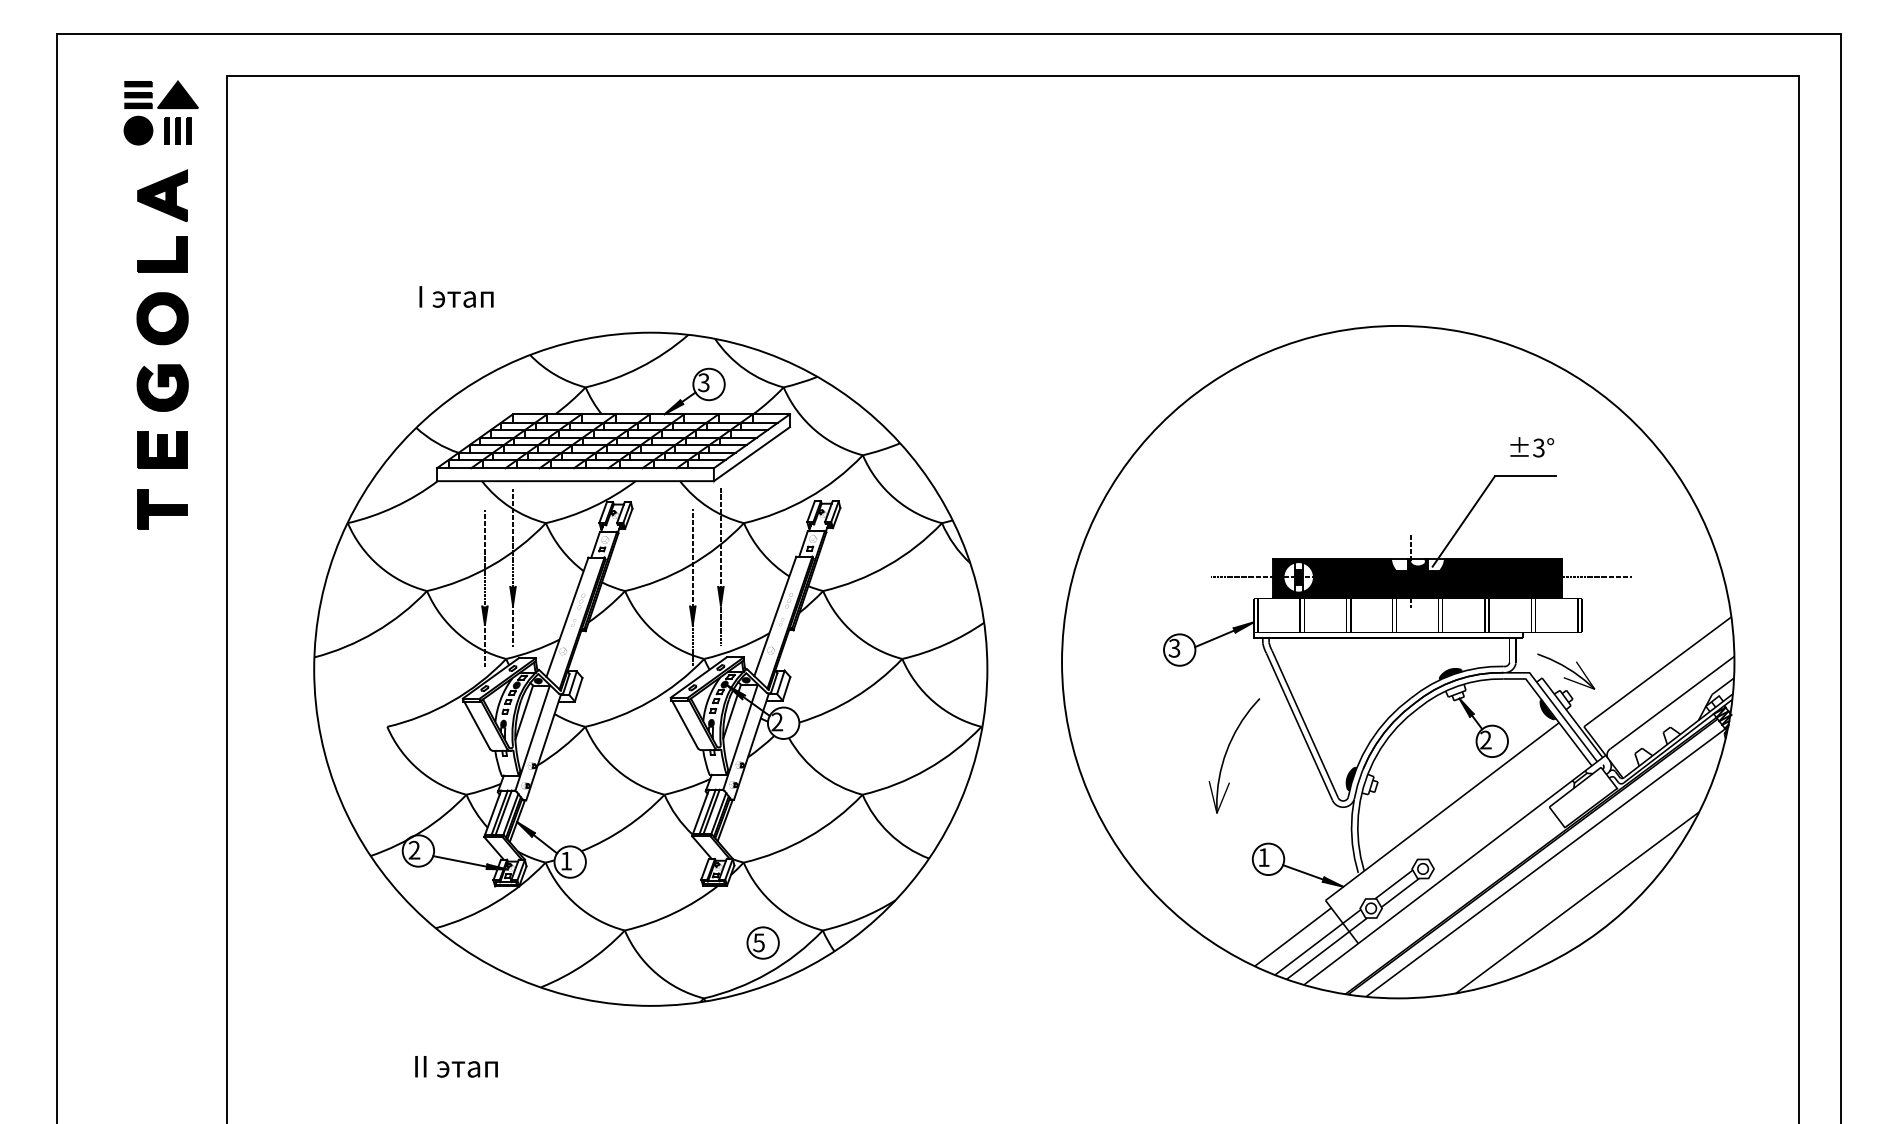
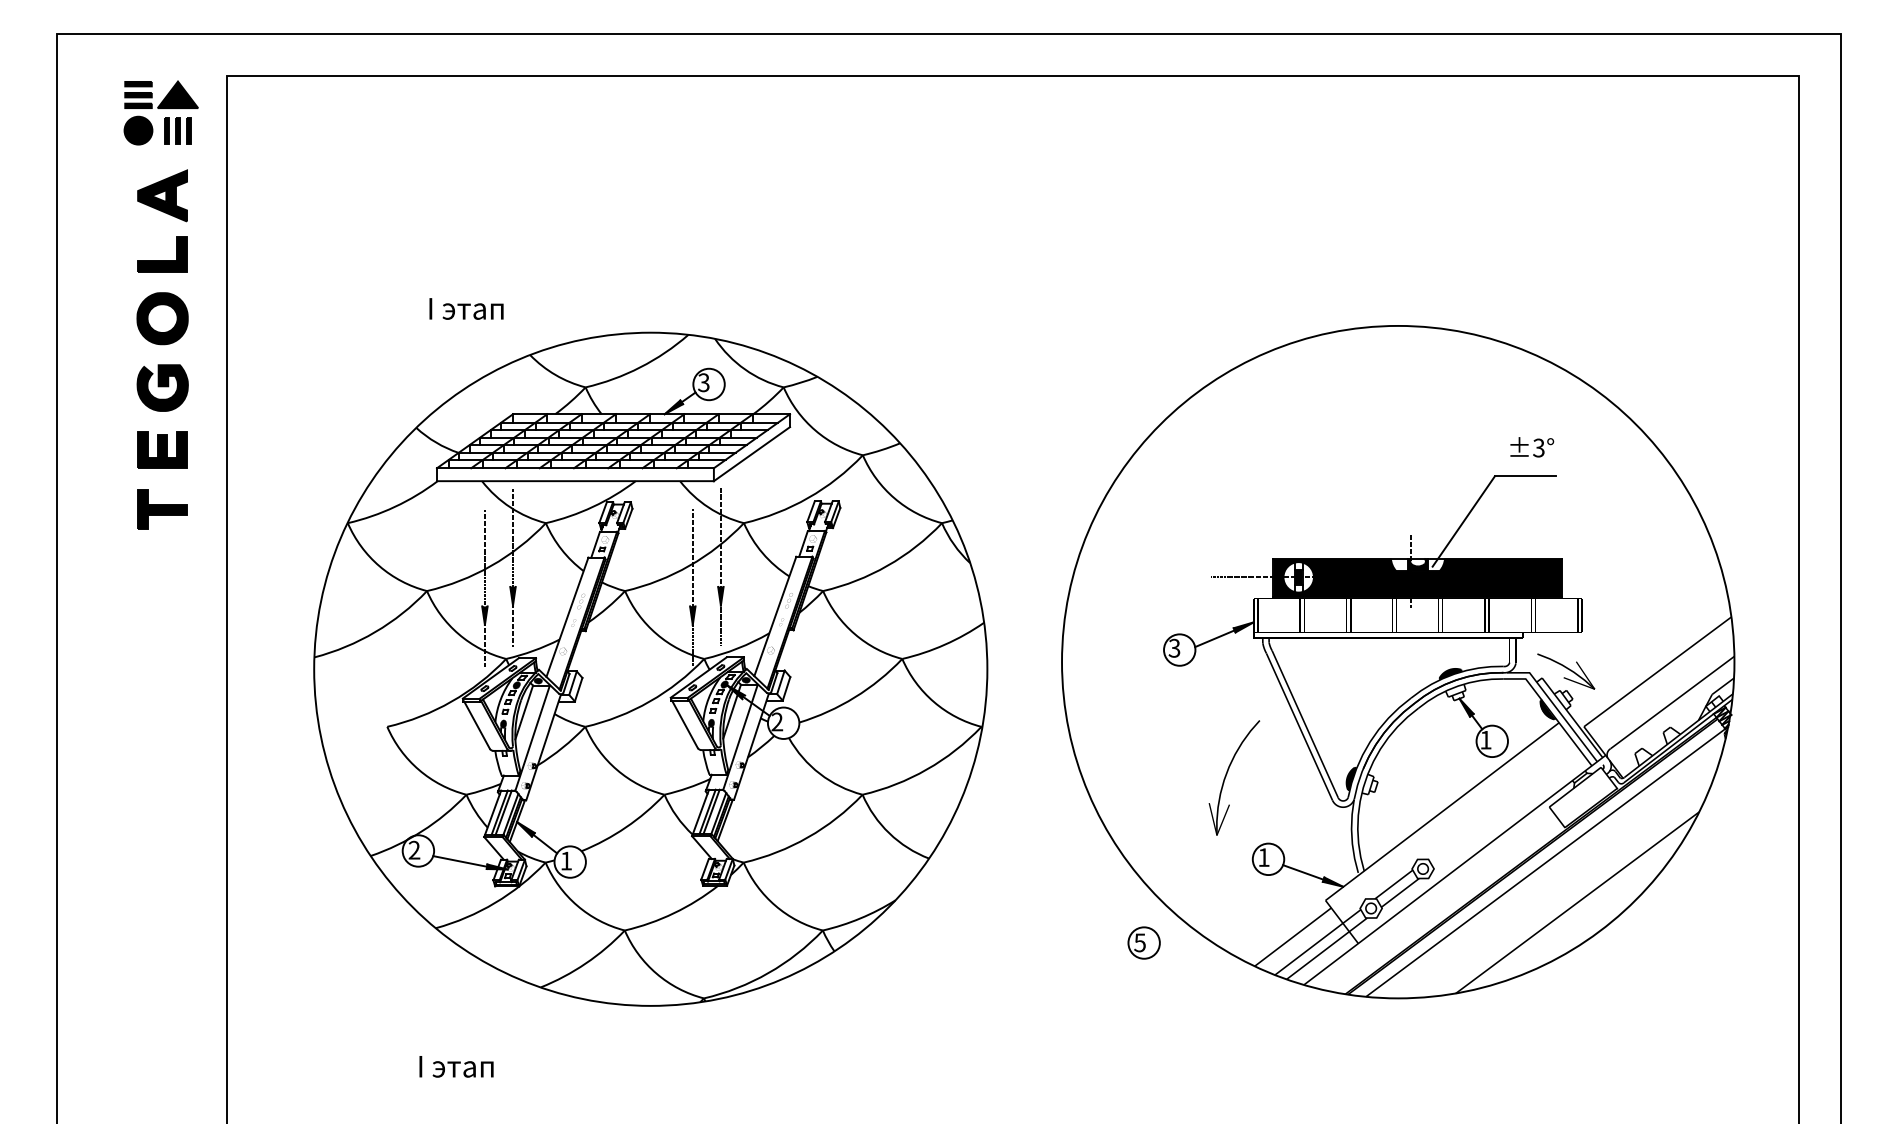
text at (456, 296) position: (456, 296) -> (466, 308)
line at (1594, 577): present -> none
text at (1485, 739): 2 -> 1
part at (1227, 752) position: (1227, 752) -> (1227, 774)
part at (762, 942) position: (762, 942) -> (1143, 942)
text at (456, 1066): II этап -> I этап
